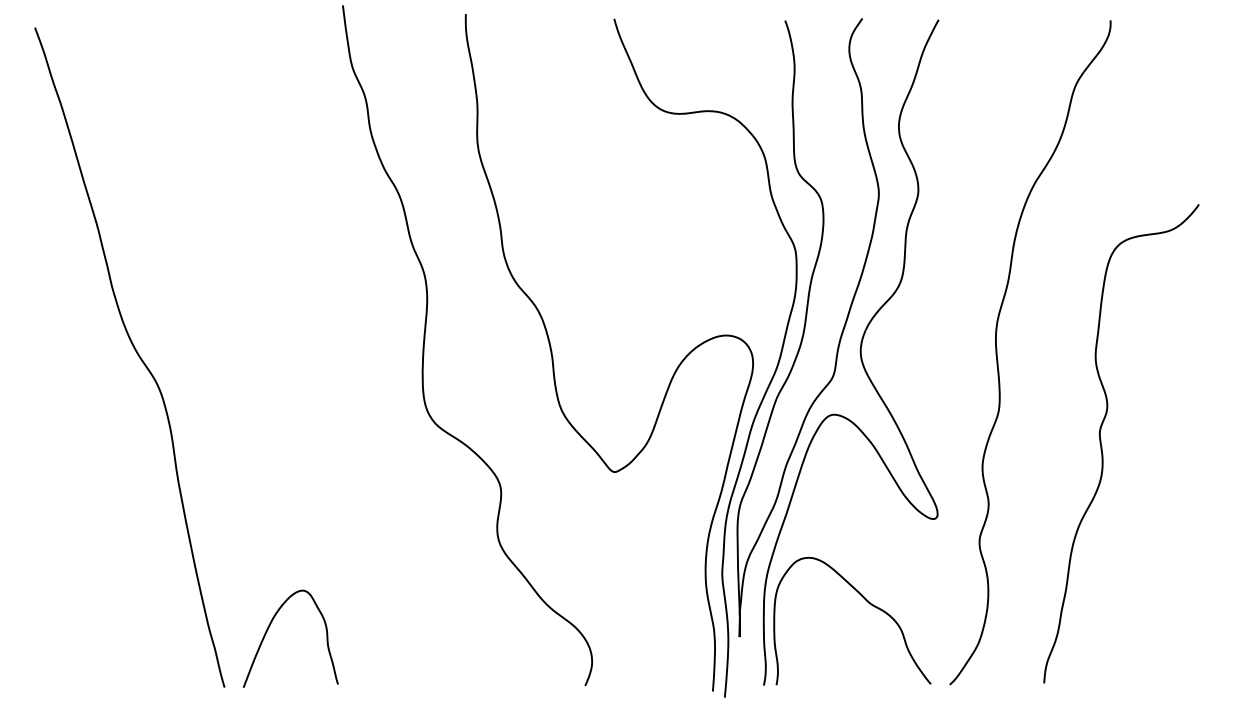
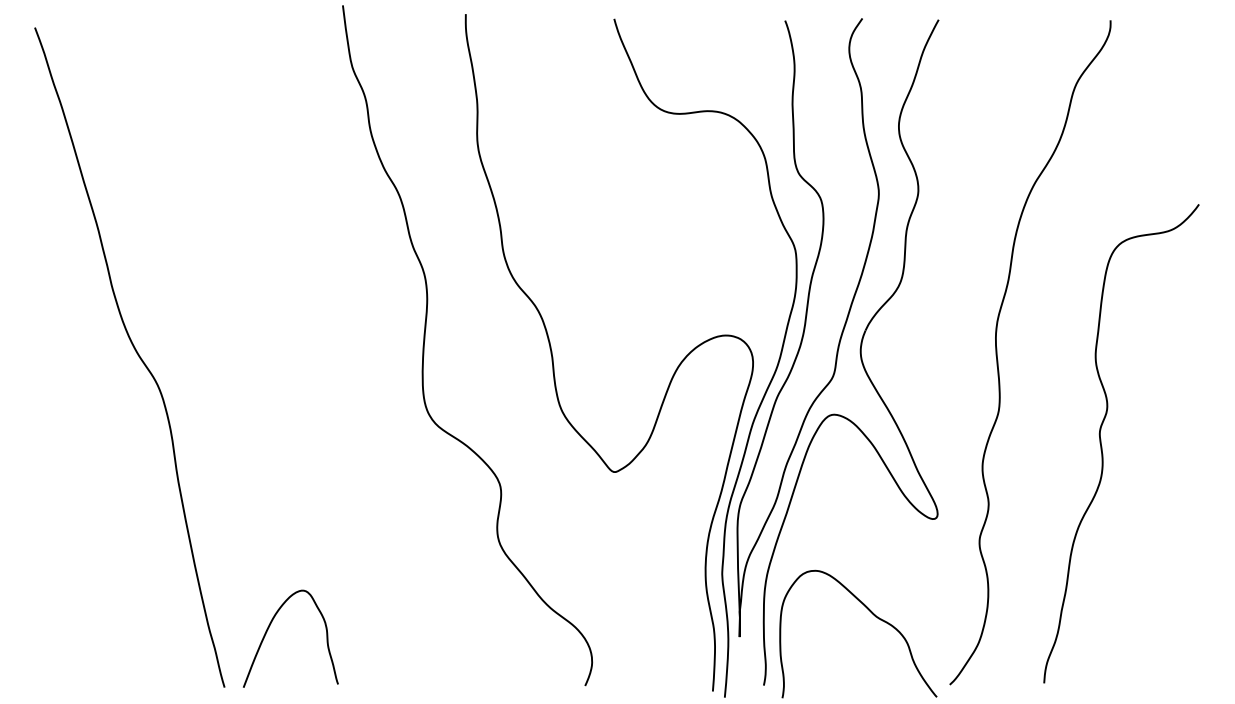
curve at (868, 603) position: (868, 603) -> (874, 616)
